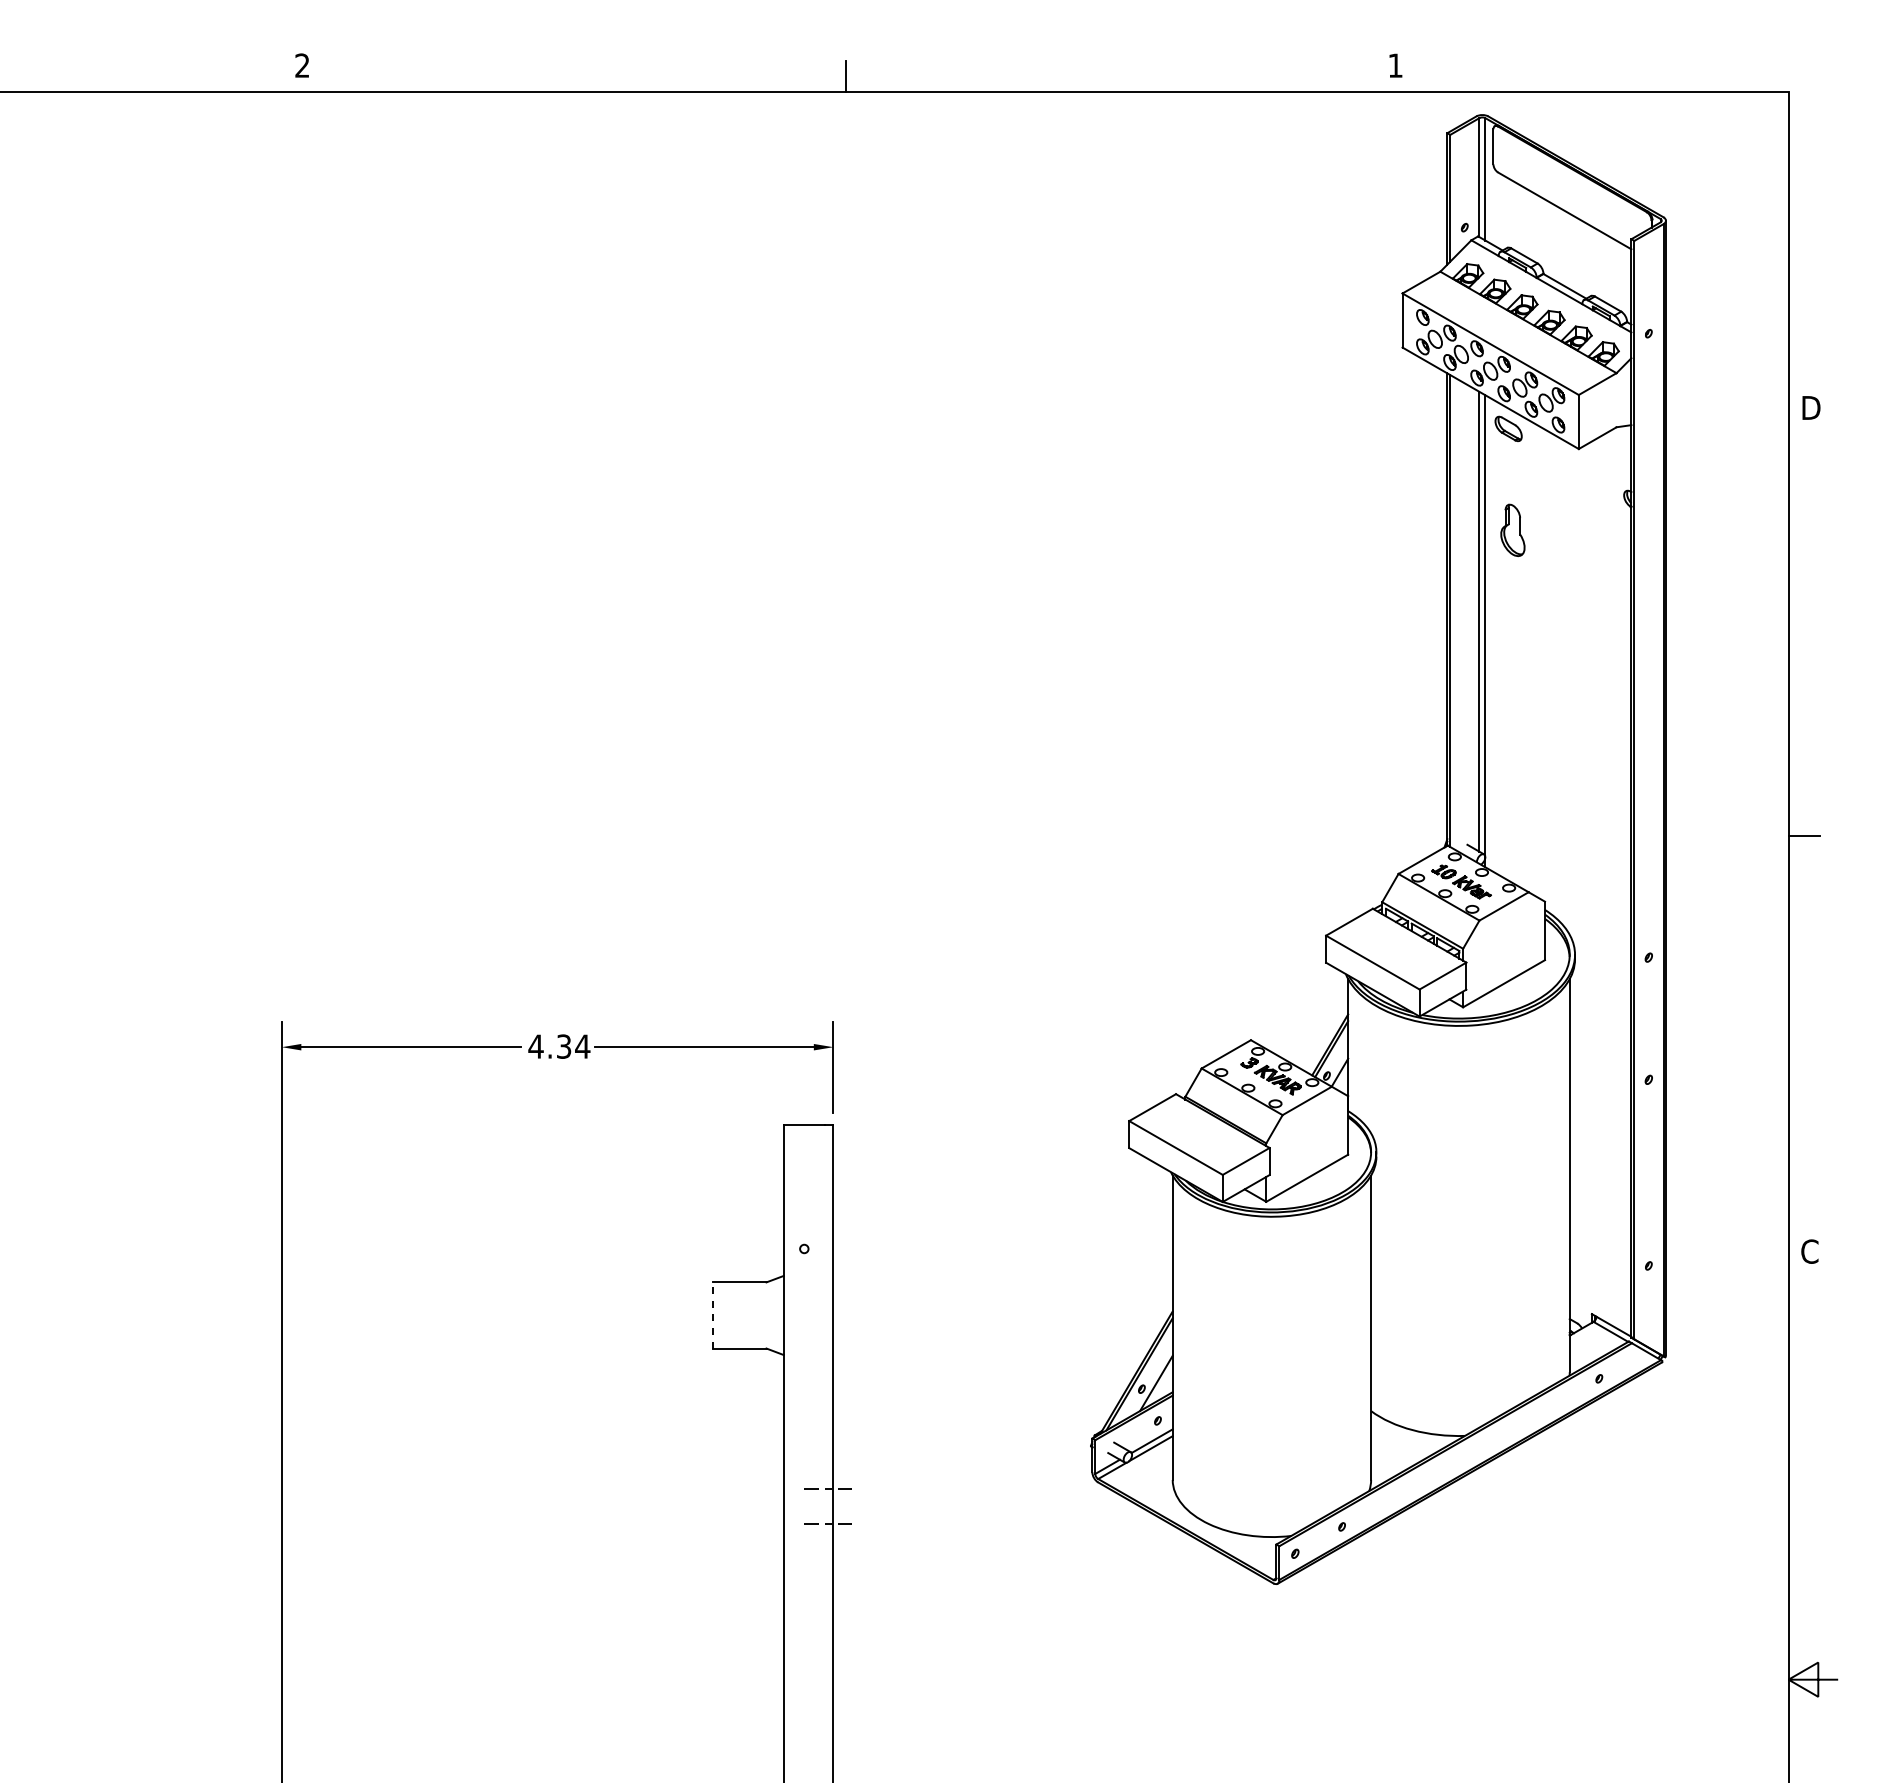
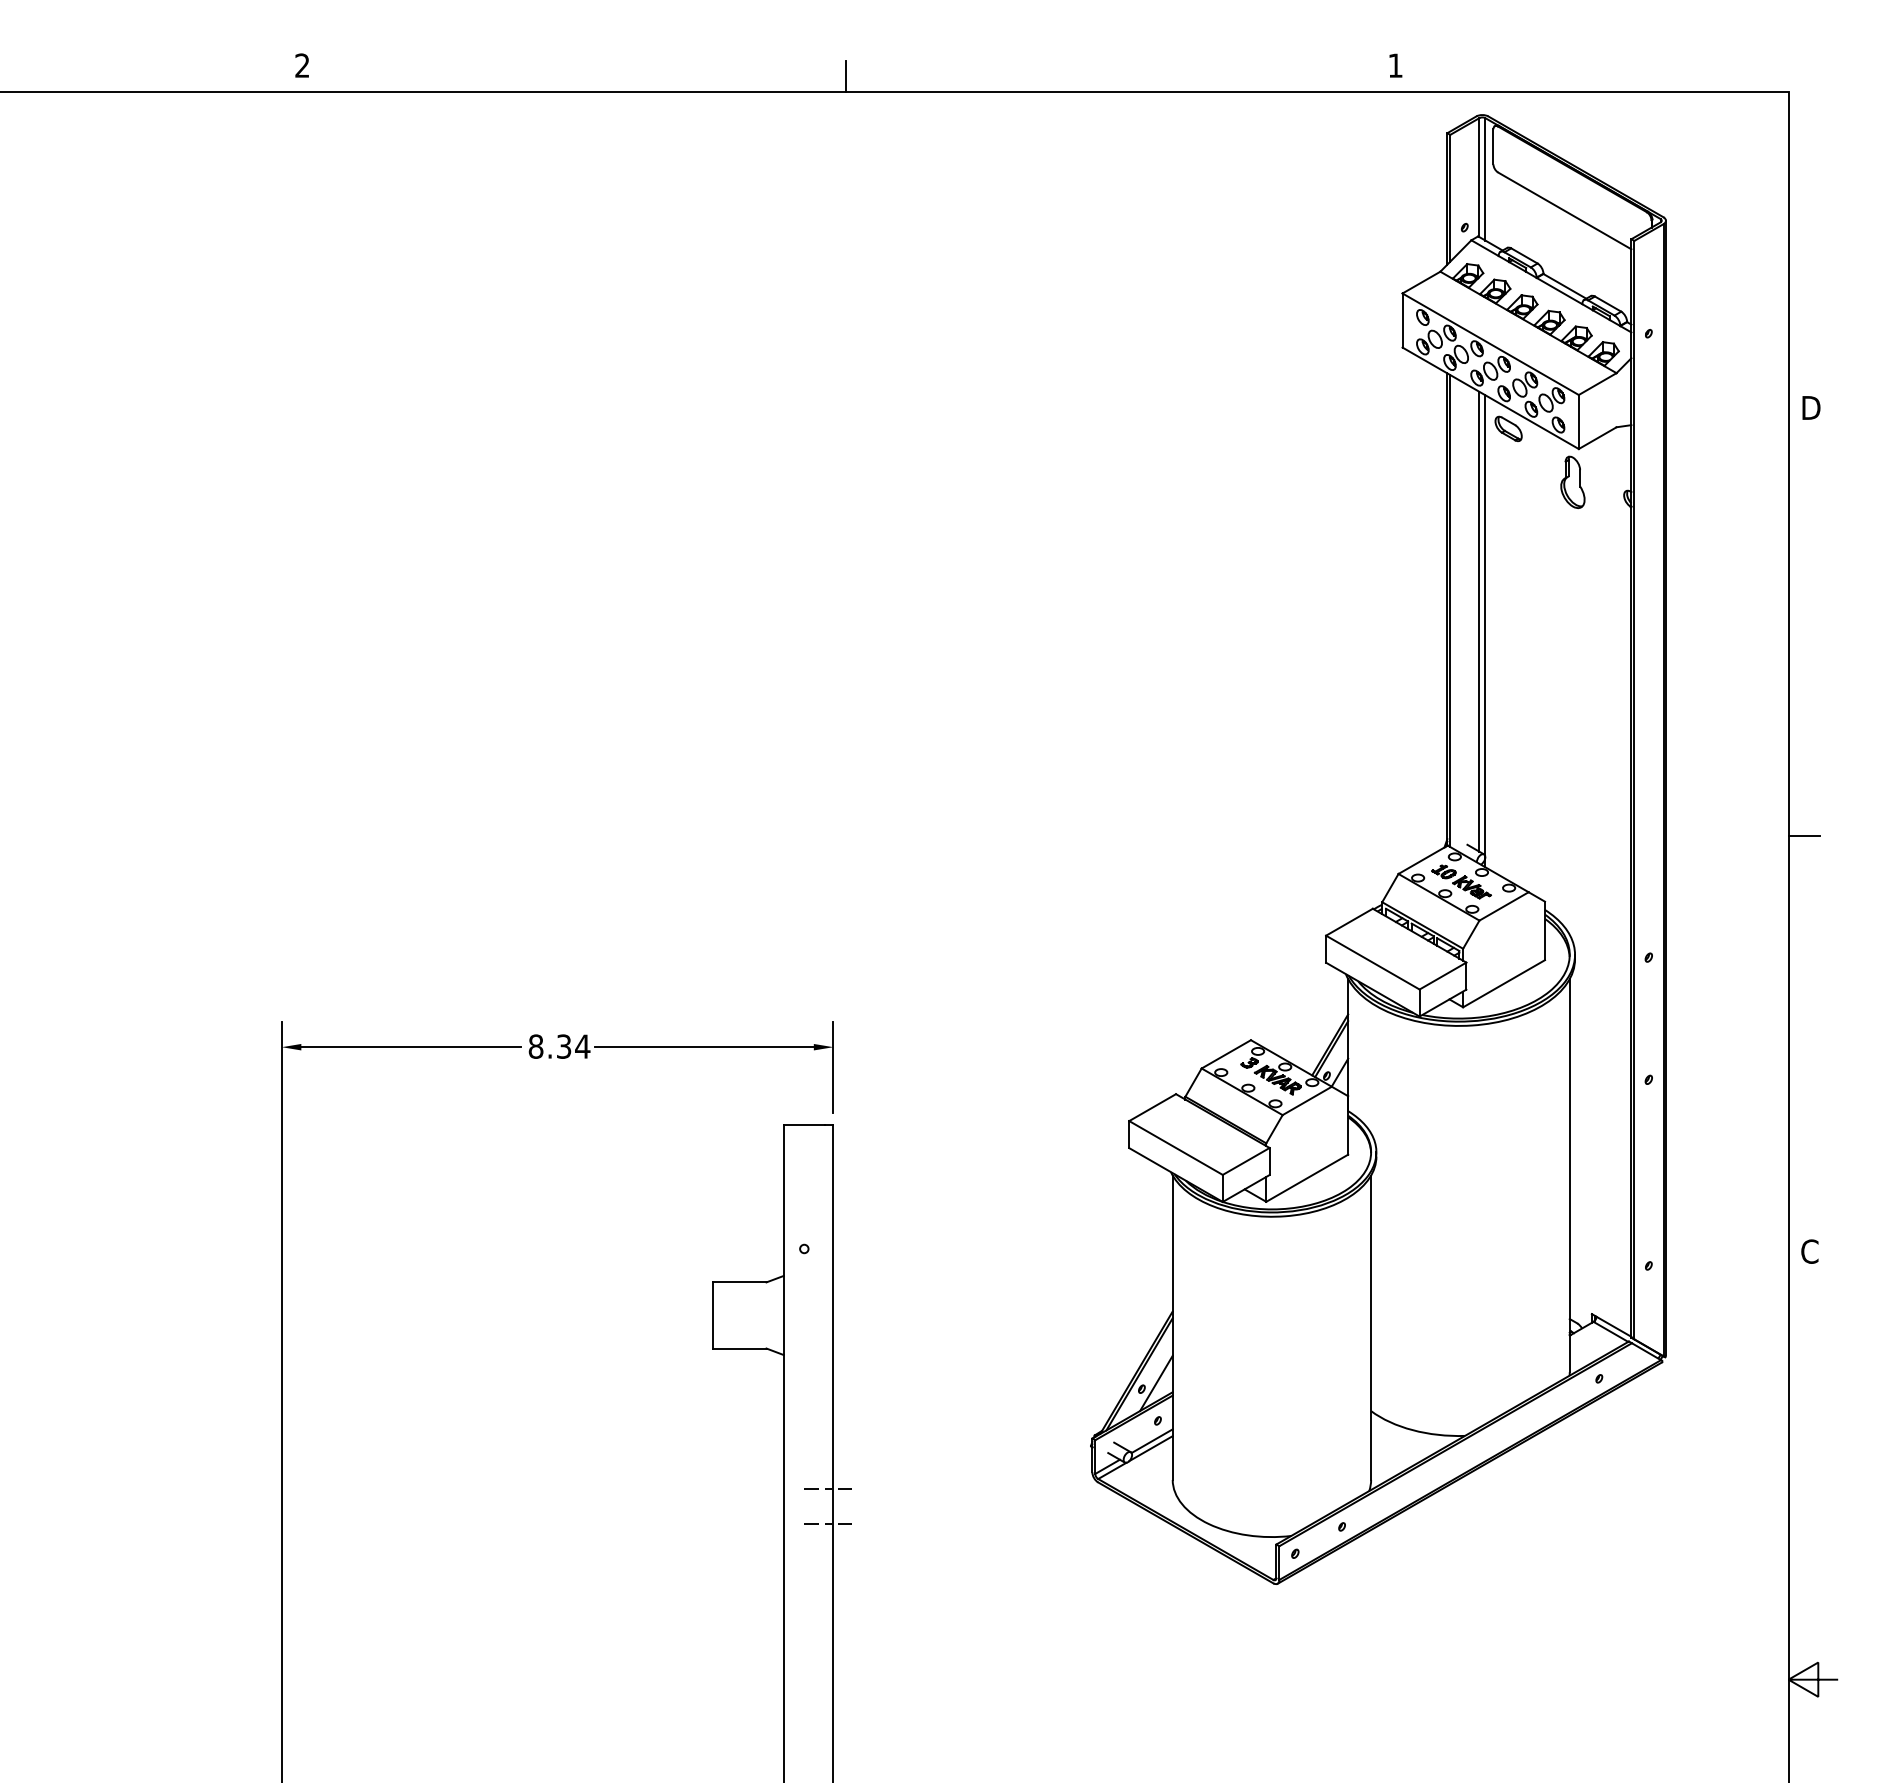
part at (1512, 529) position: (1512, 529) -> (1572, 481)
text at (535, 1046): 4.34 -> 8.34
line at (713, 1314): dashed -> solid
